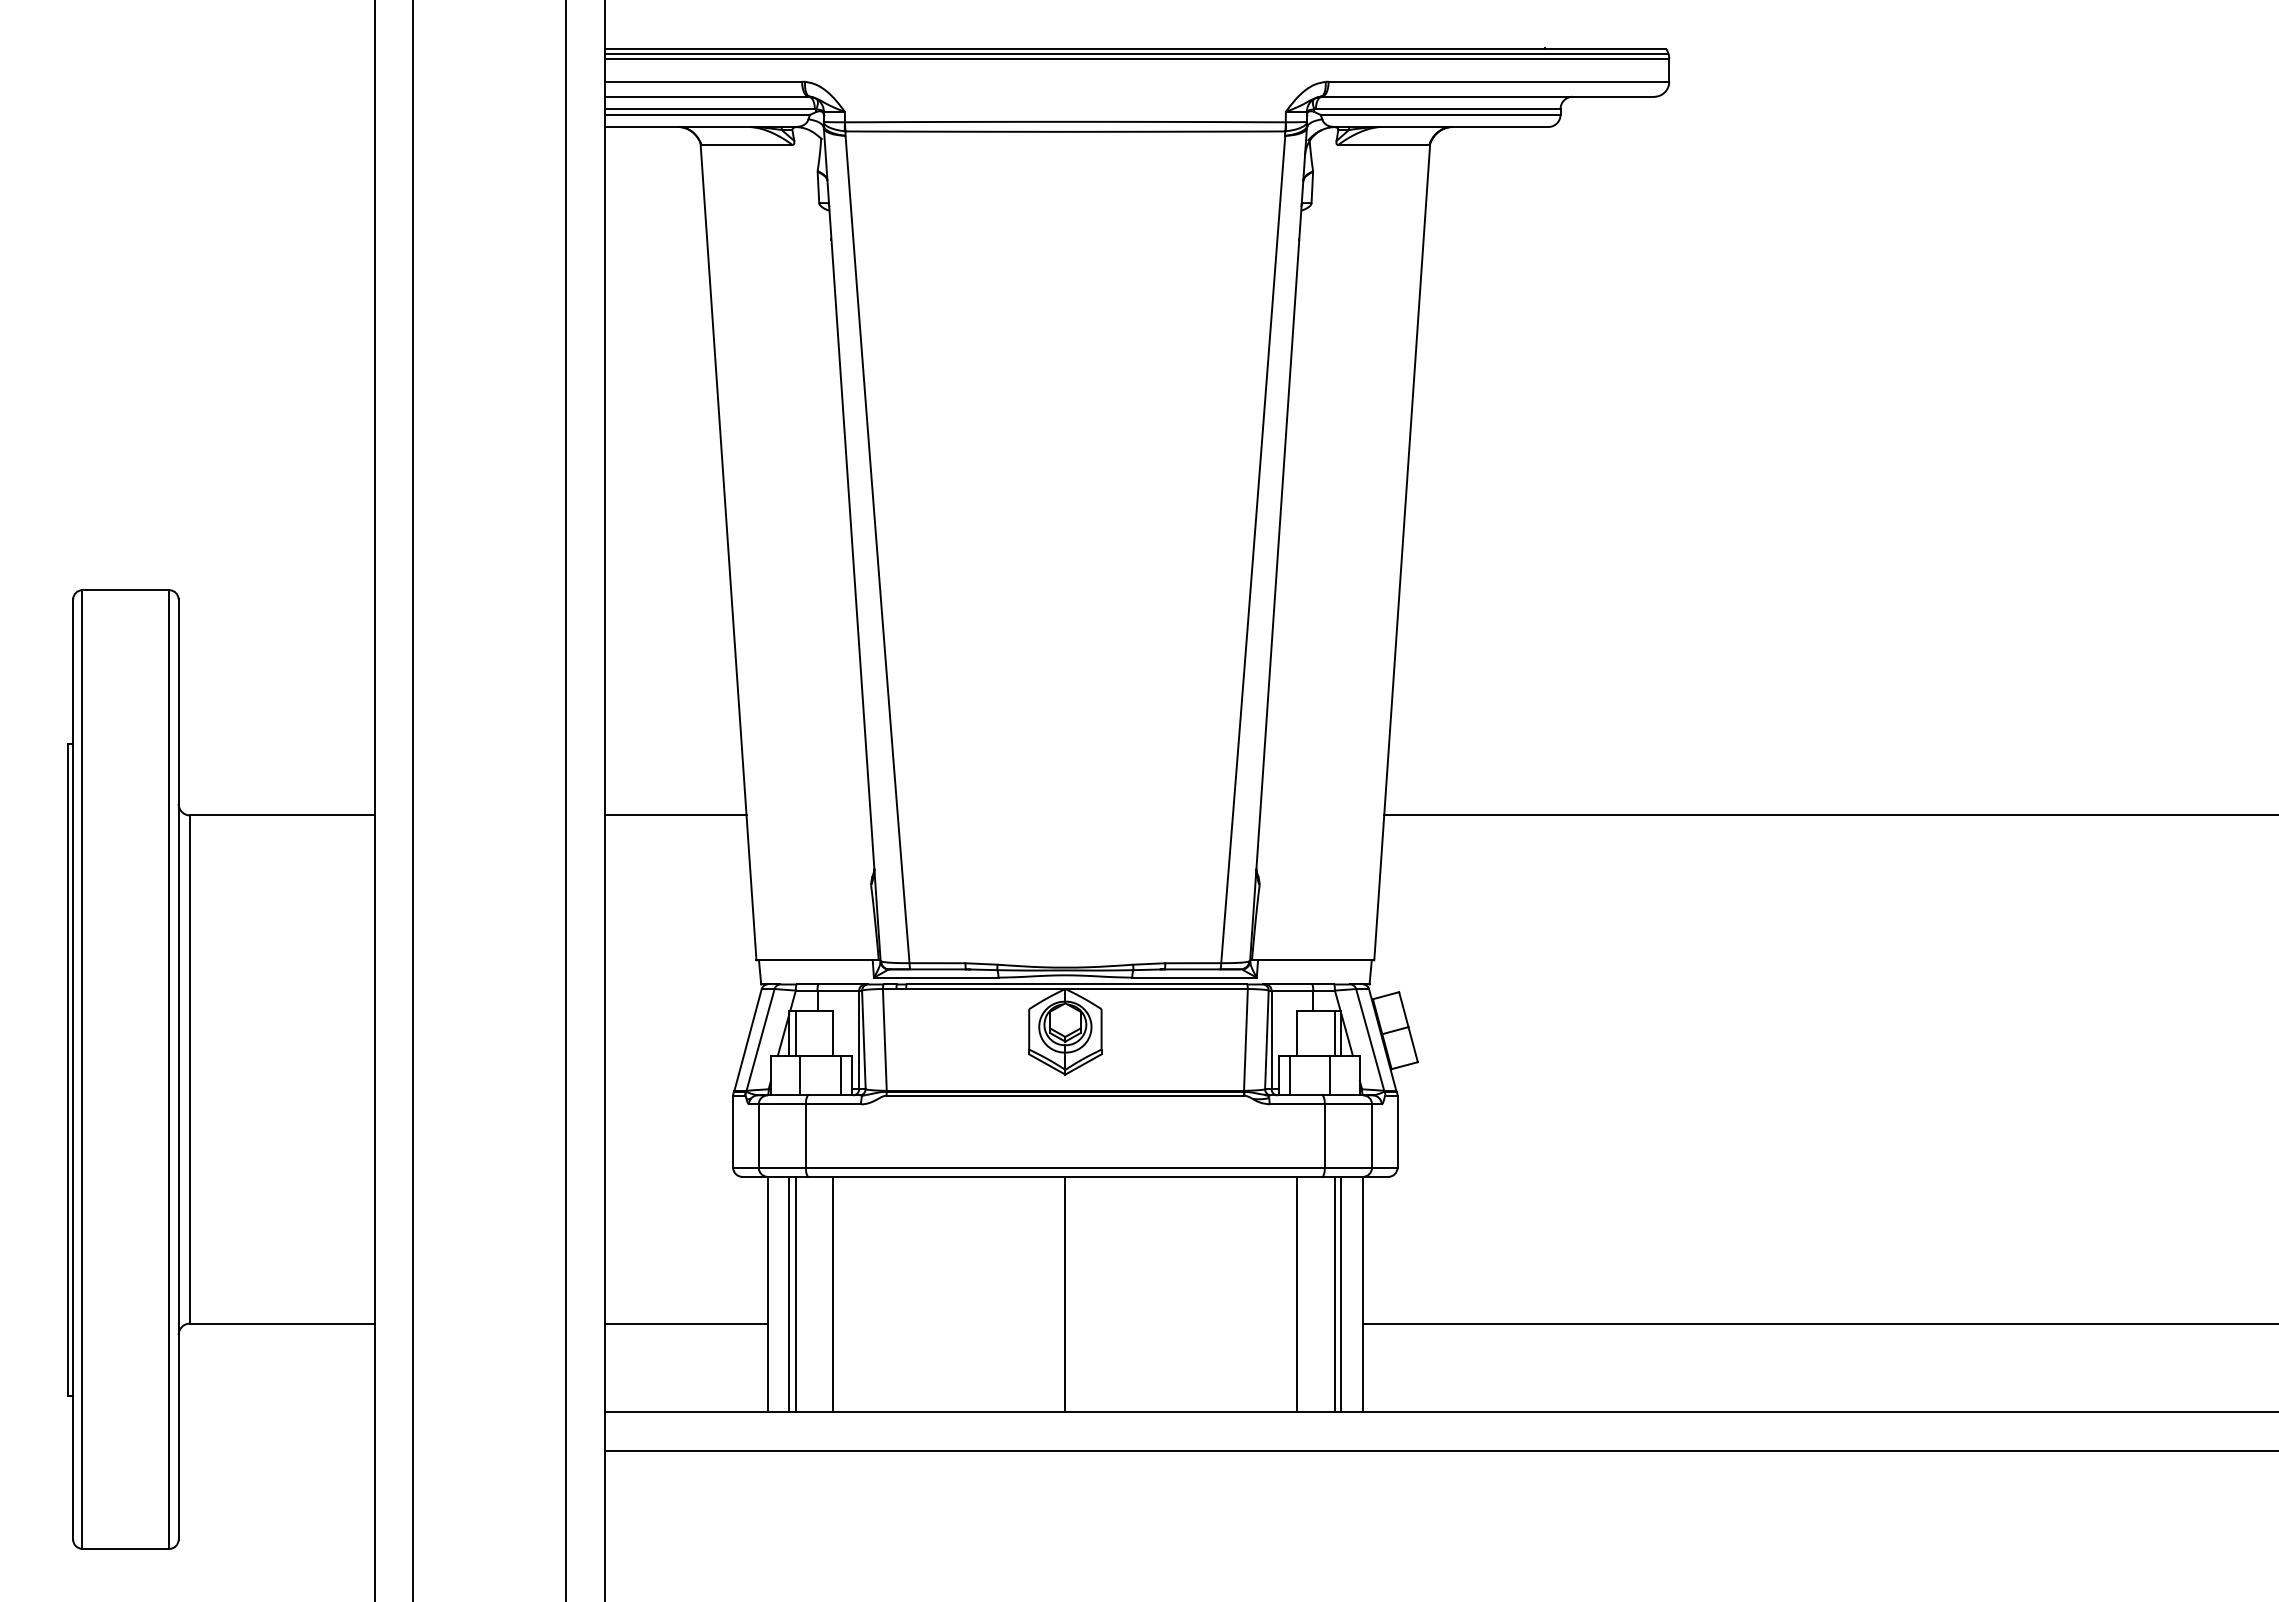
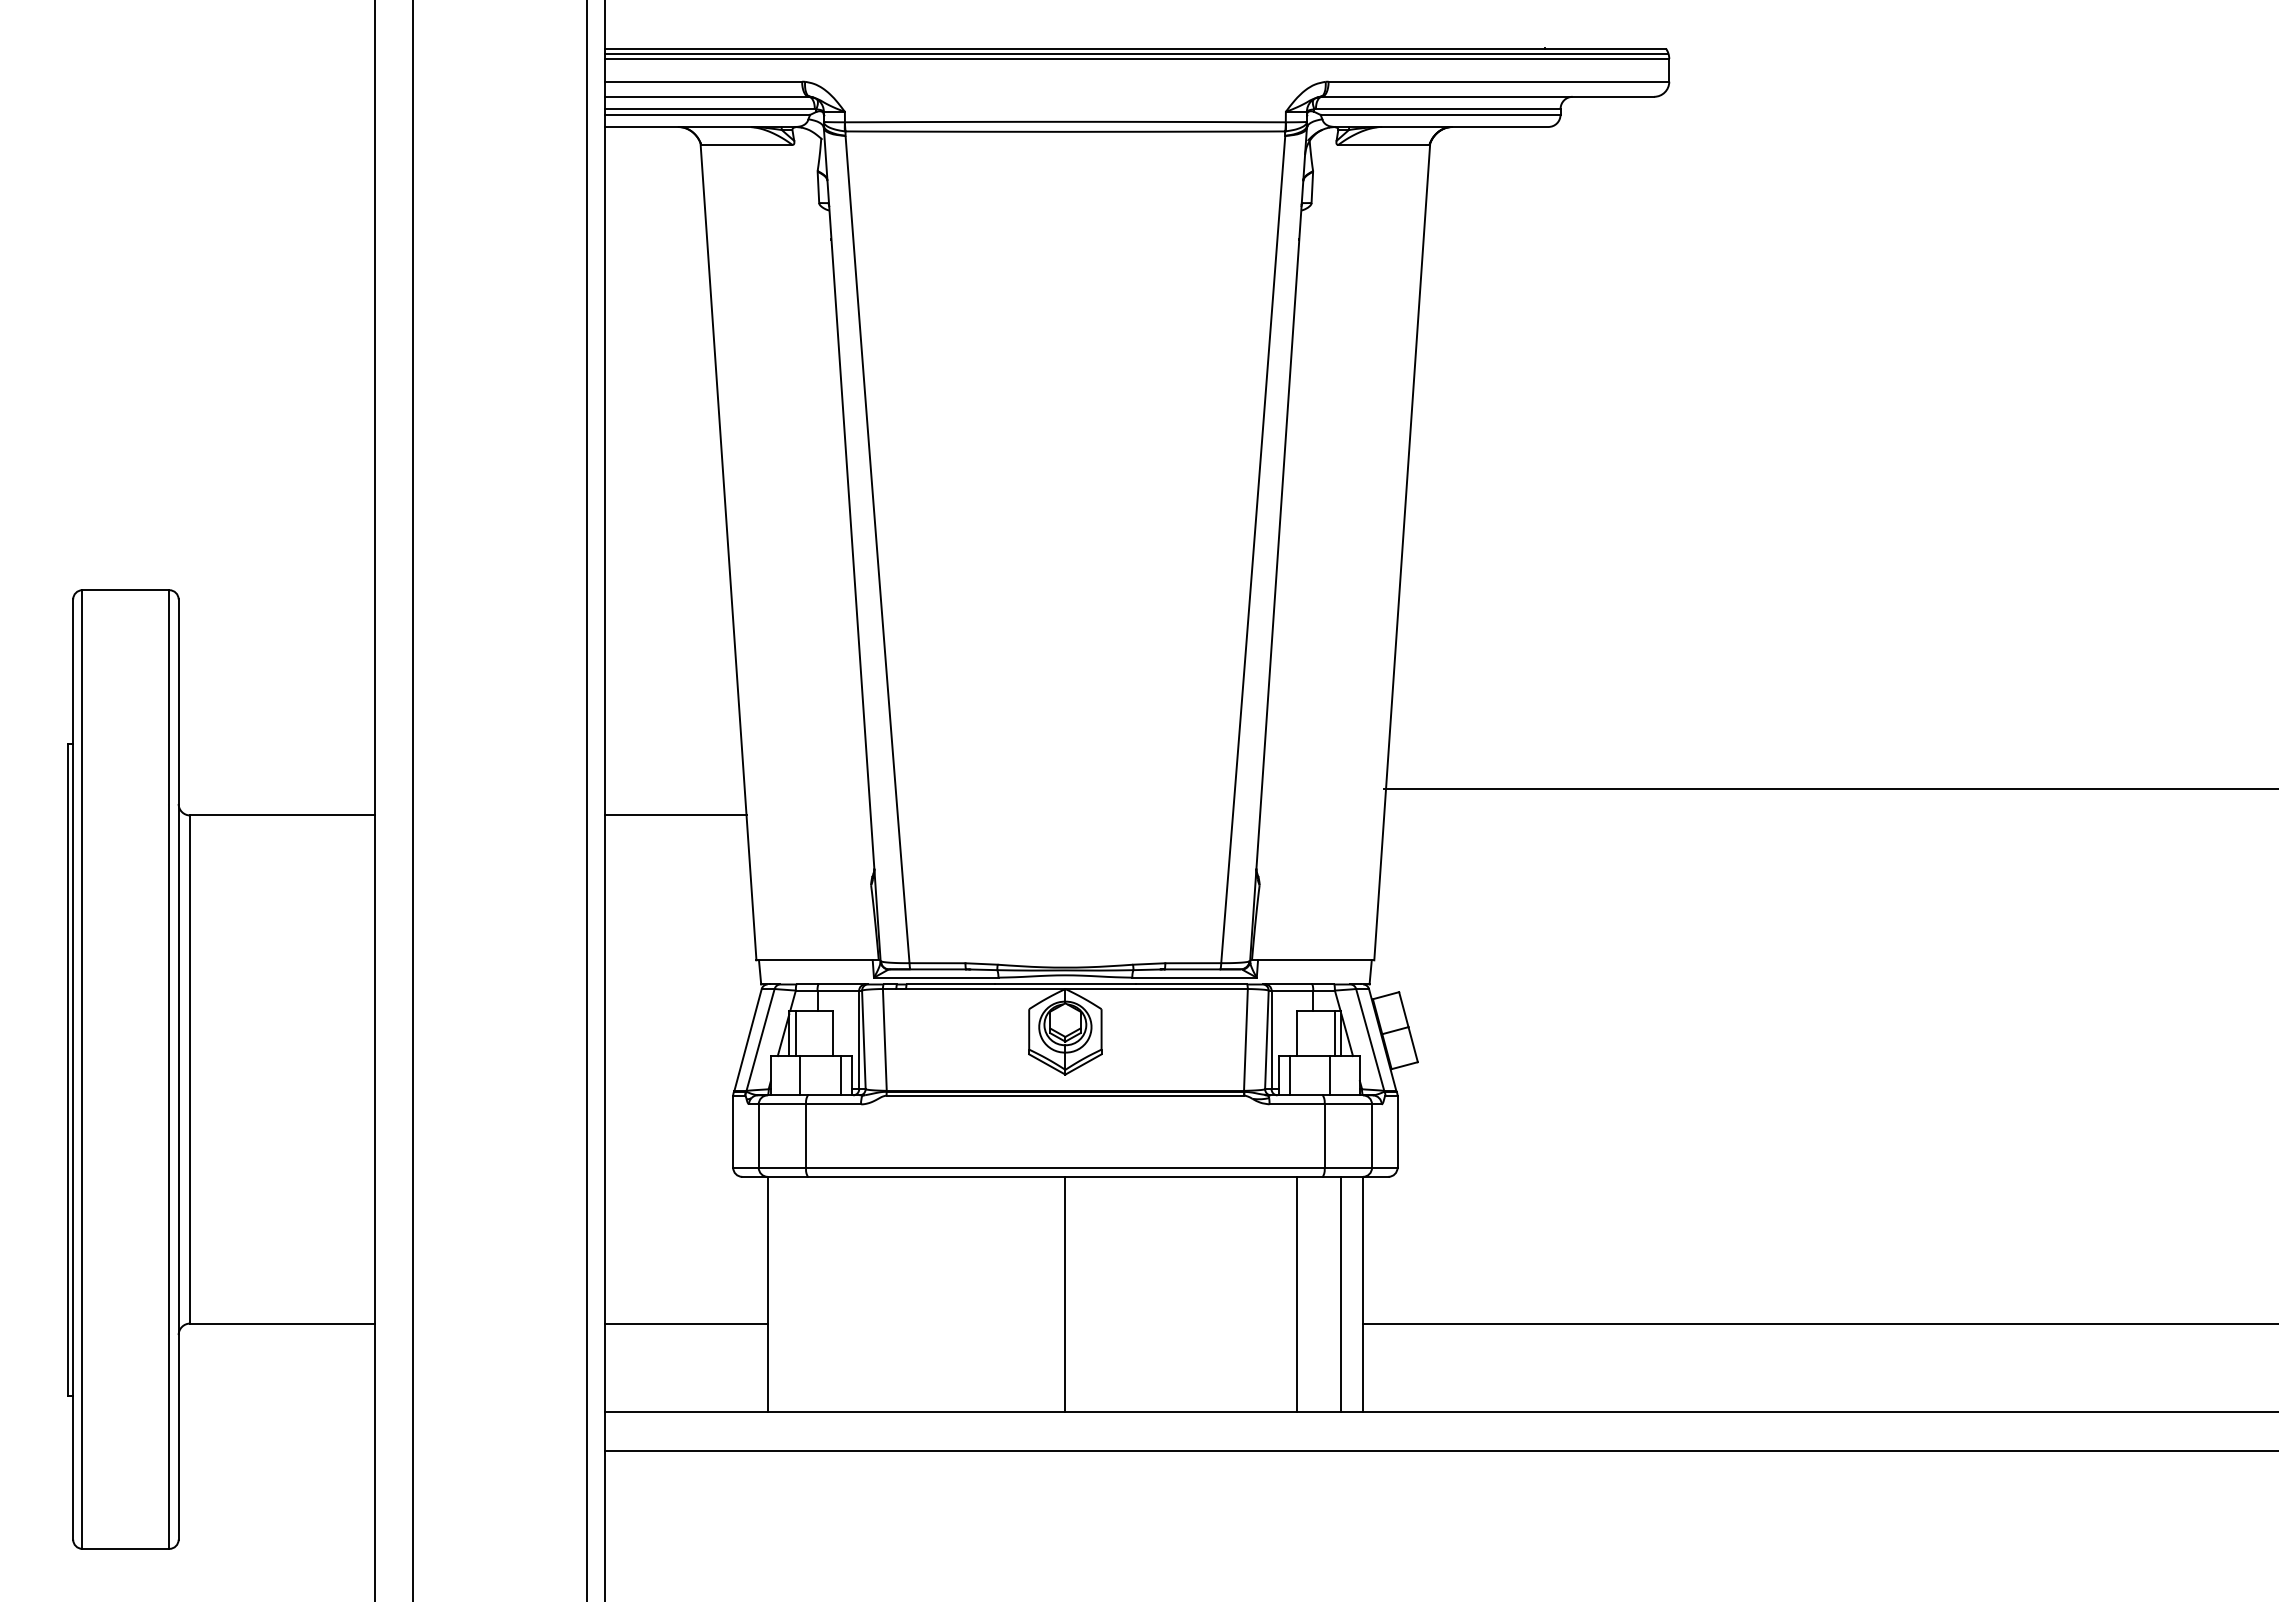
line at (566, 800) position: (566, 800) -> (587, 800)
line at (1829, 815) position: (1829, 815) -> (1829, 789)
line at (789, 1294): present -> none
line at (795, 1294): present -> none
line at (833, 1294): present -> none
line at (1335, 1294): present -> none
